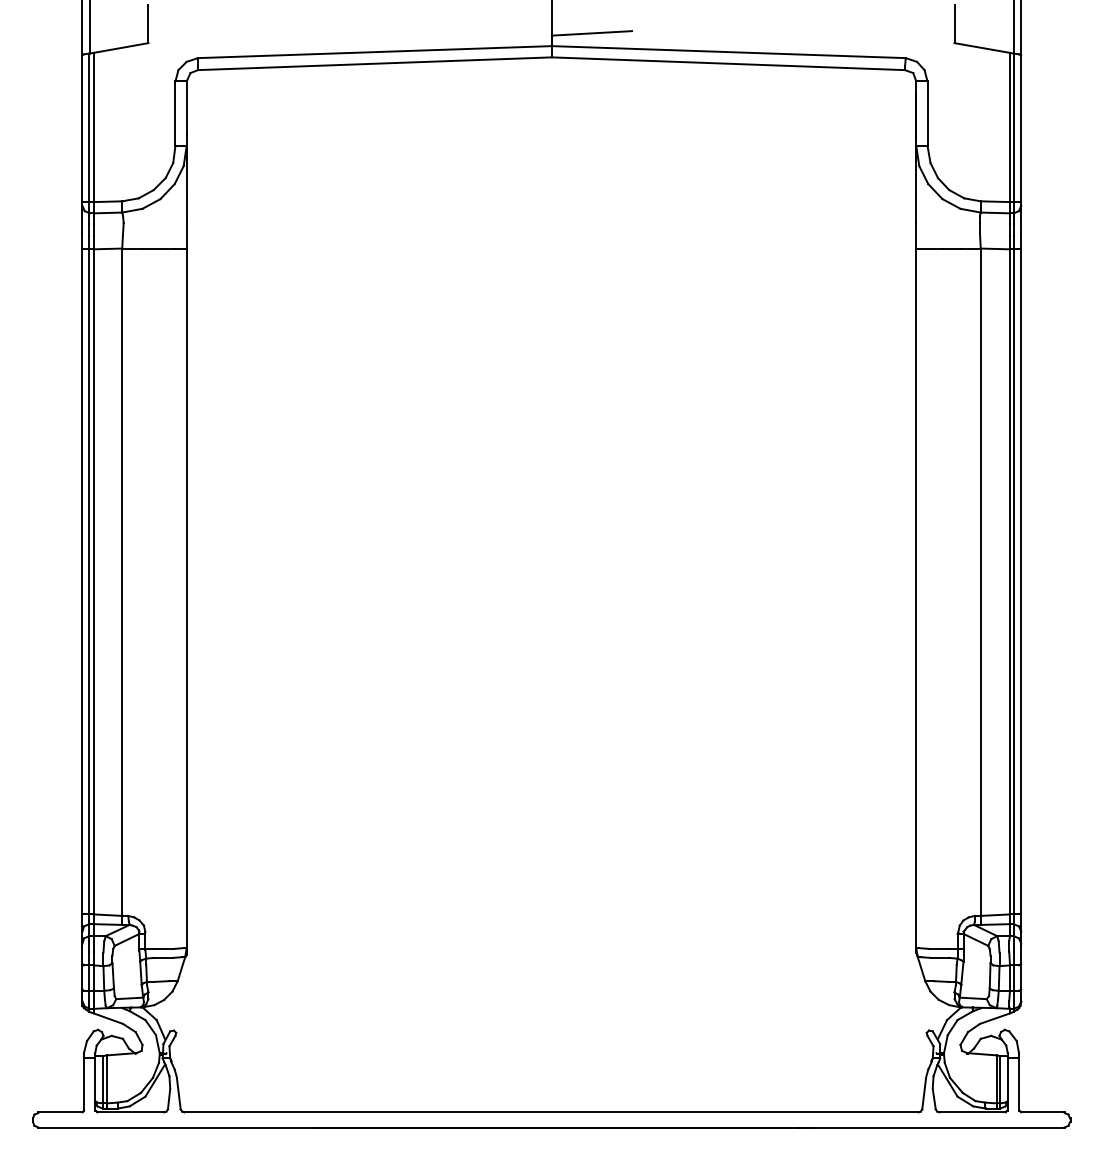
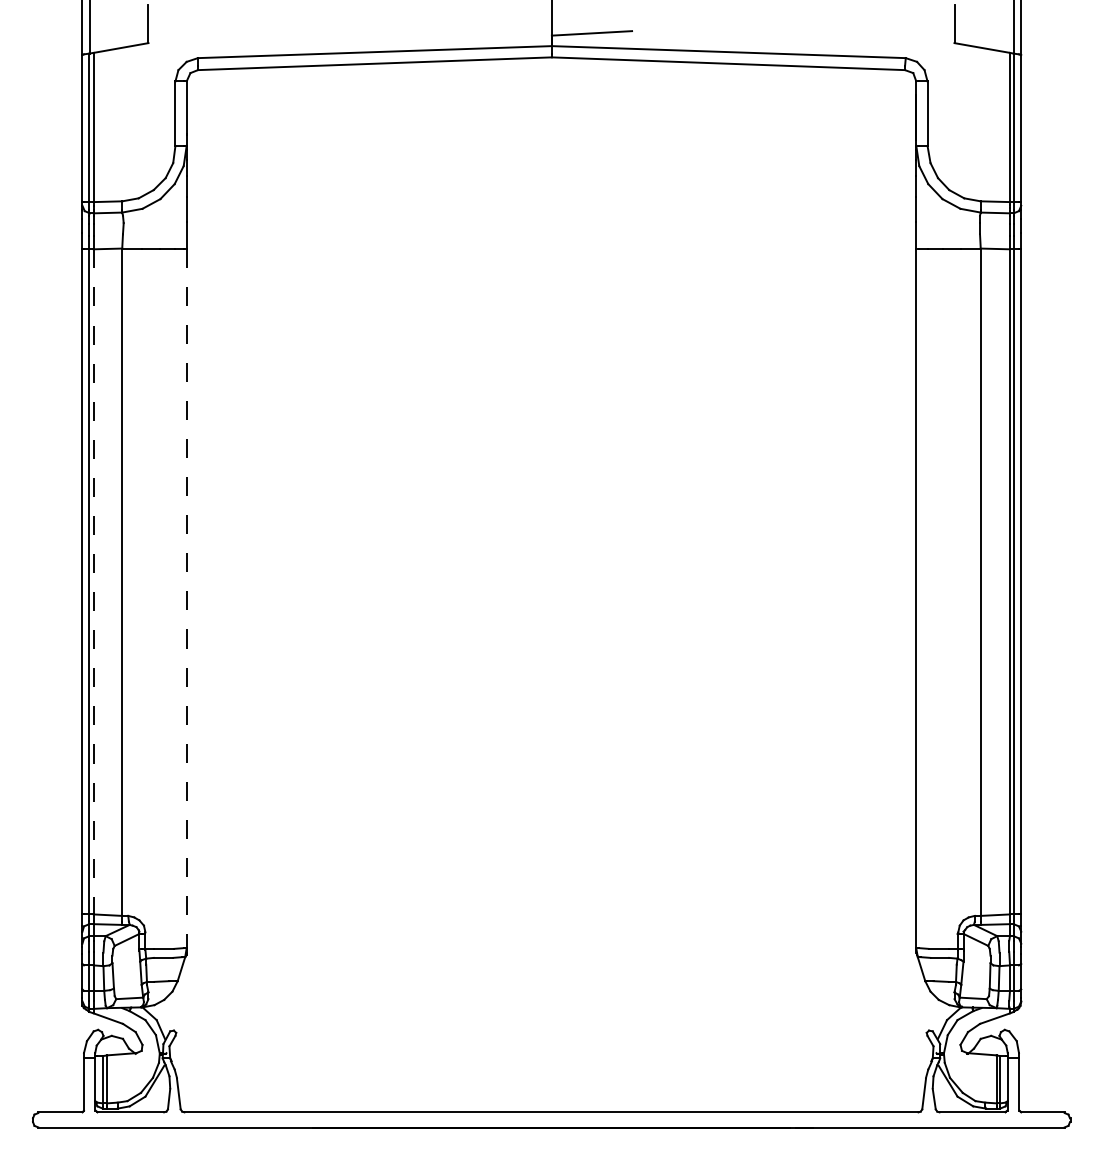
line at (93, 581): solid -> dashed
line at (186, 598): solid -> dashed
